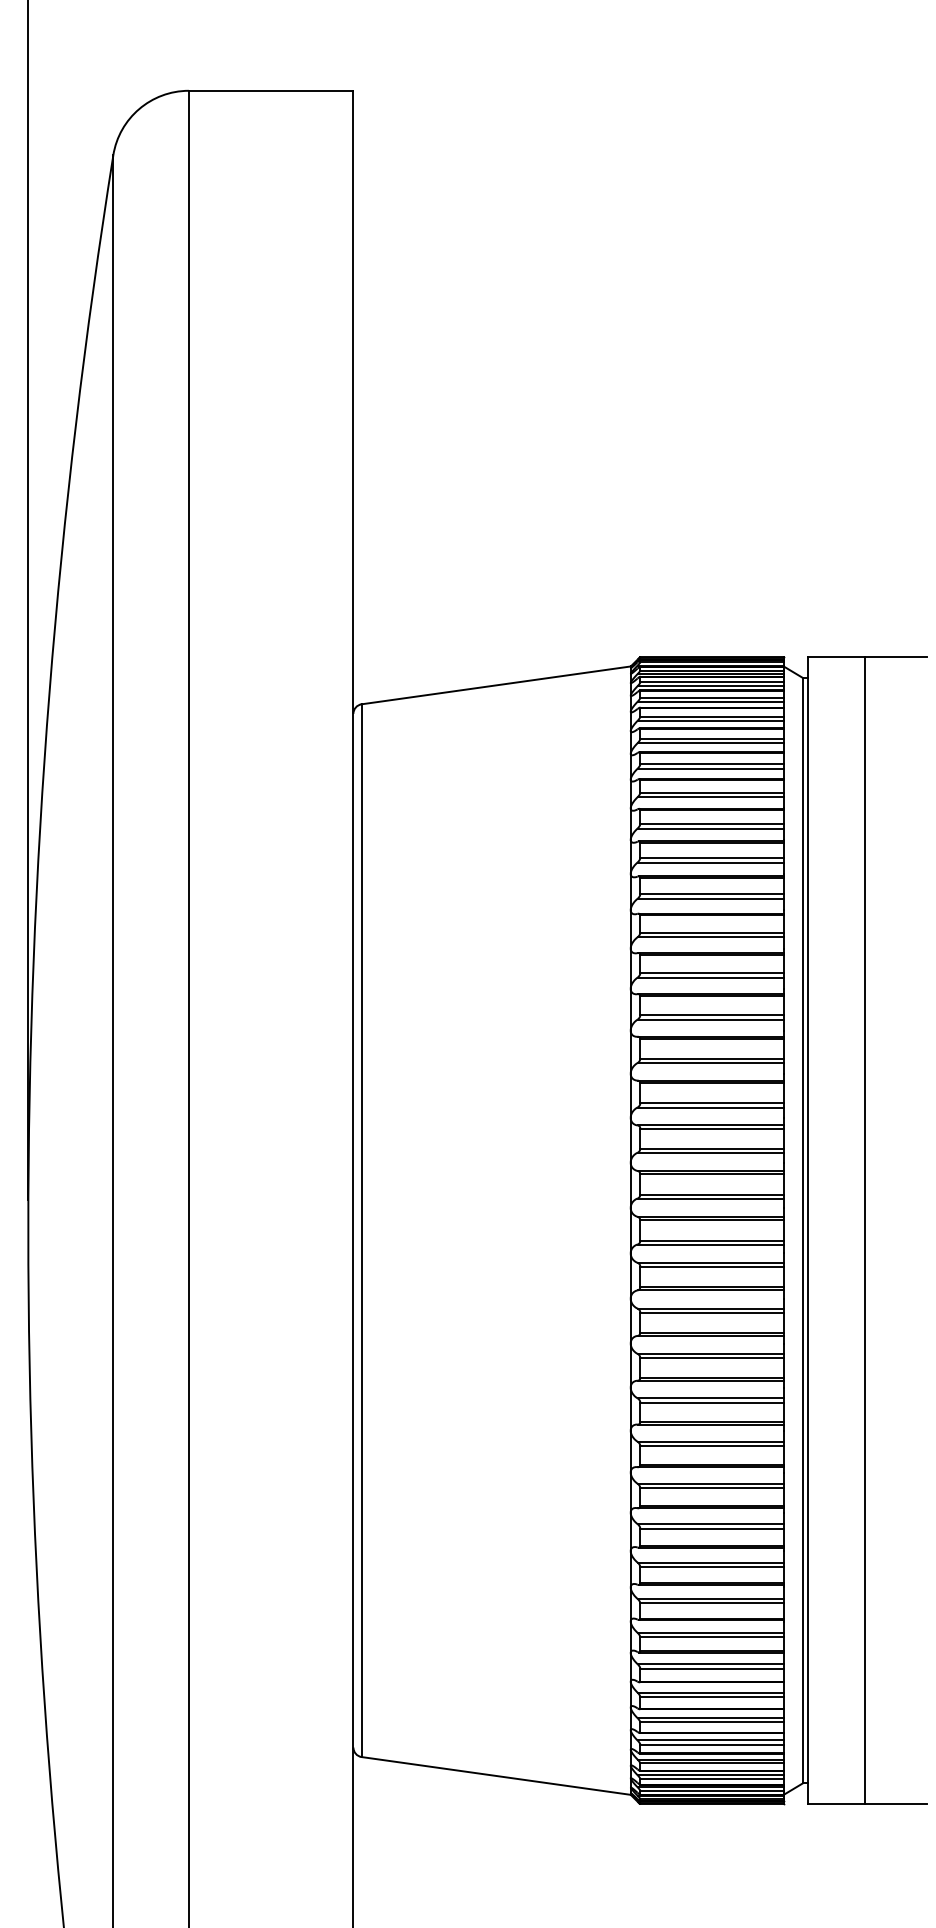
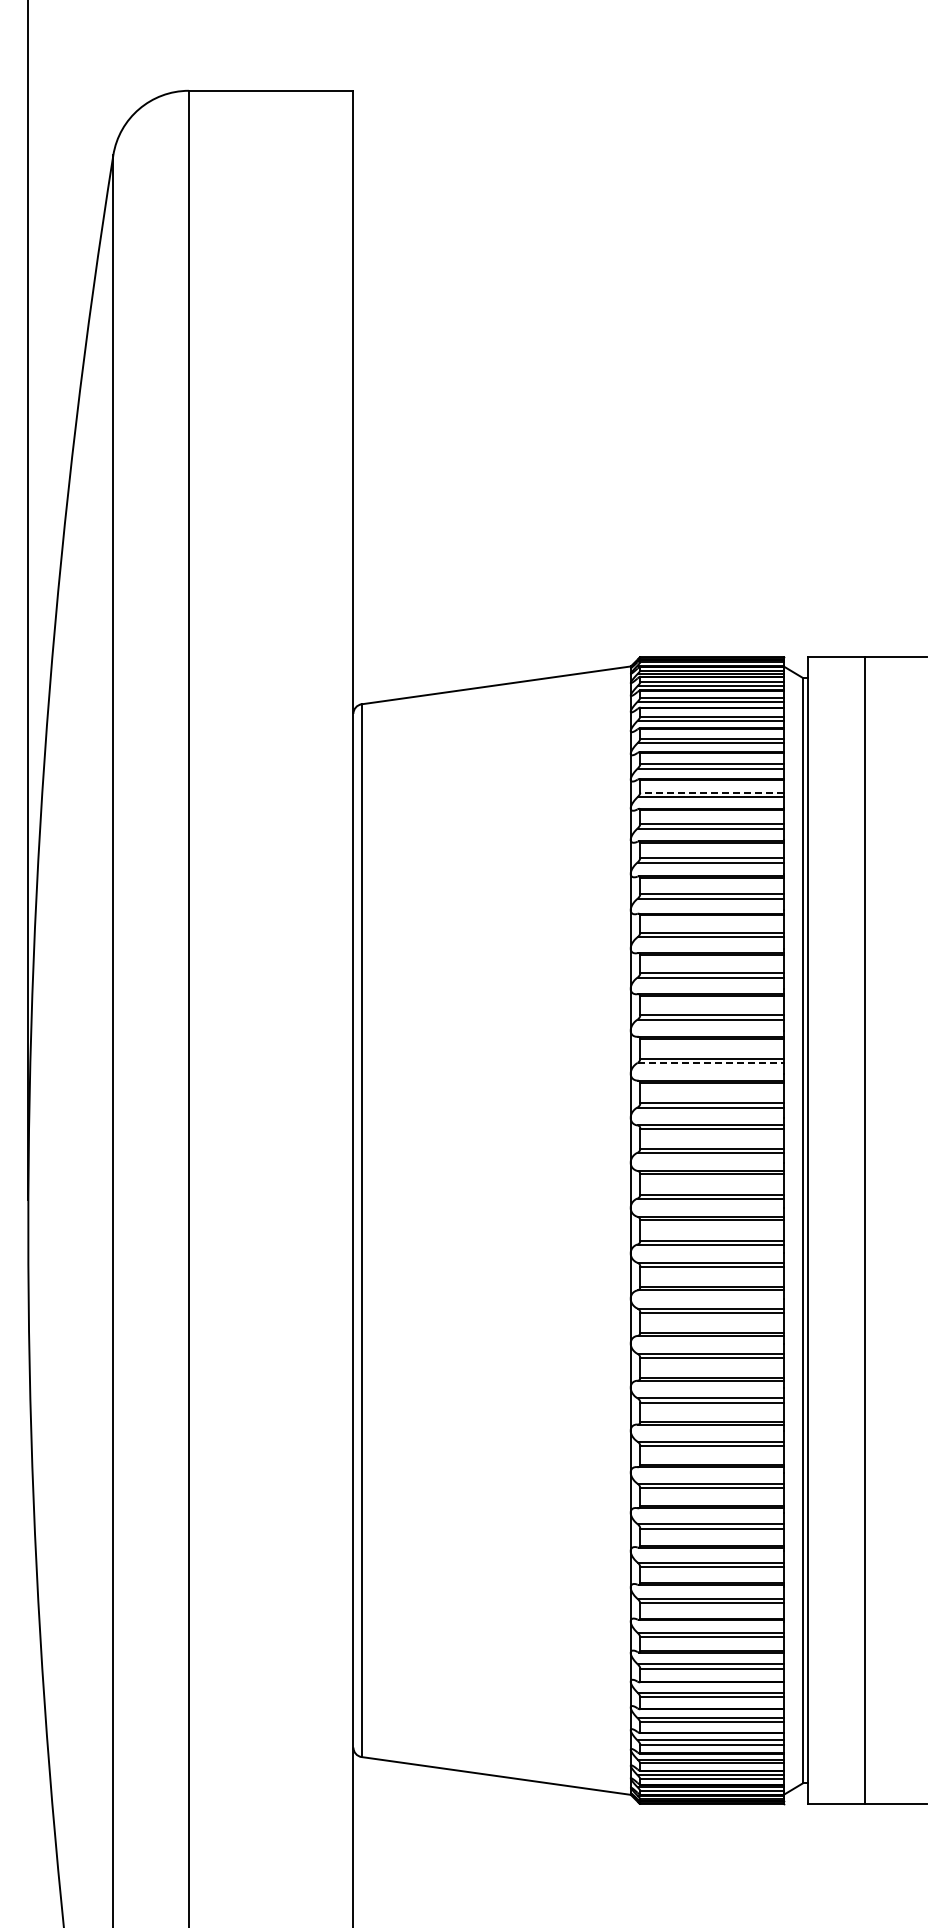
line at (712, 792): solid -> dashed
line at (711, 1063): solid -> dashed
